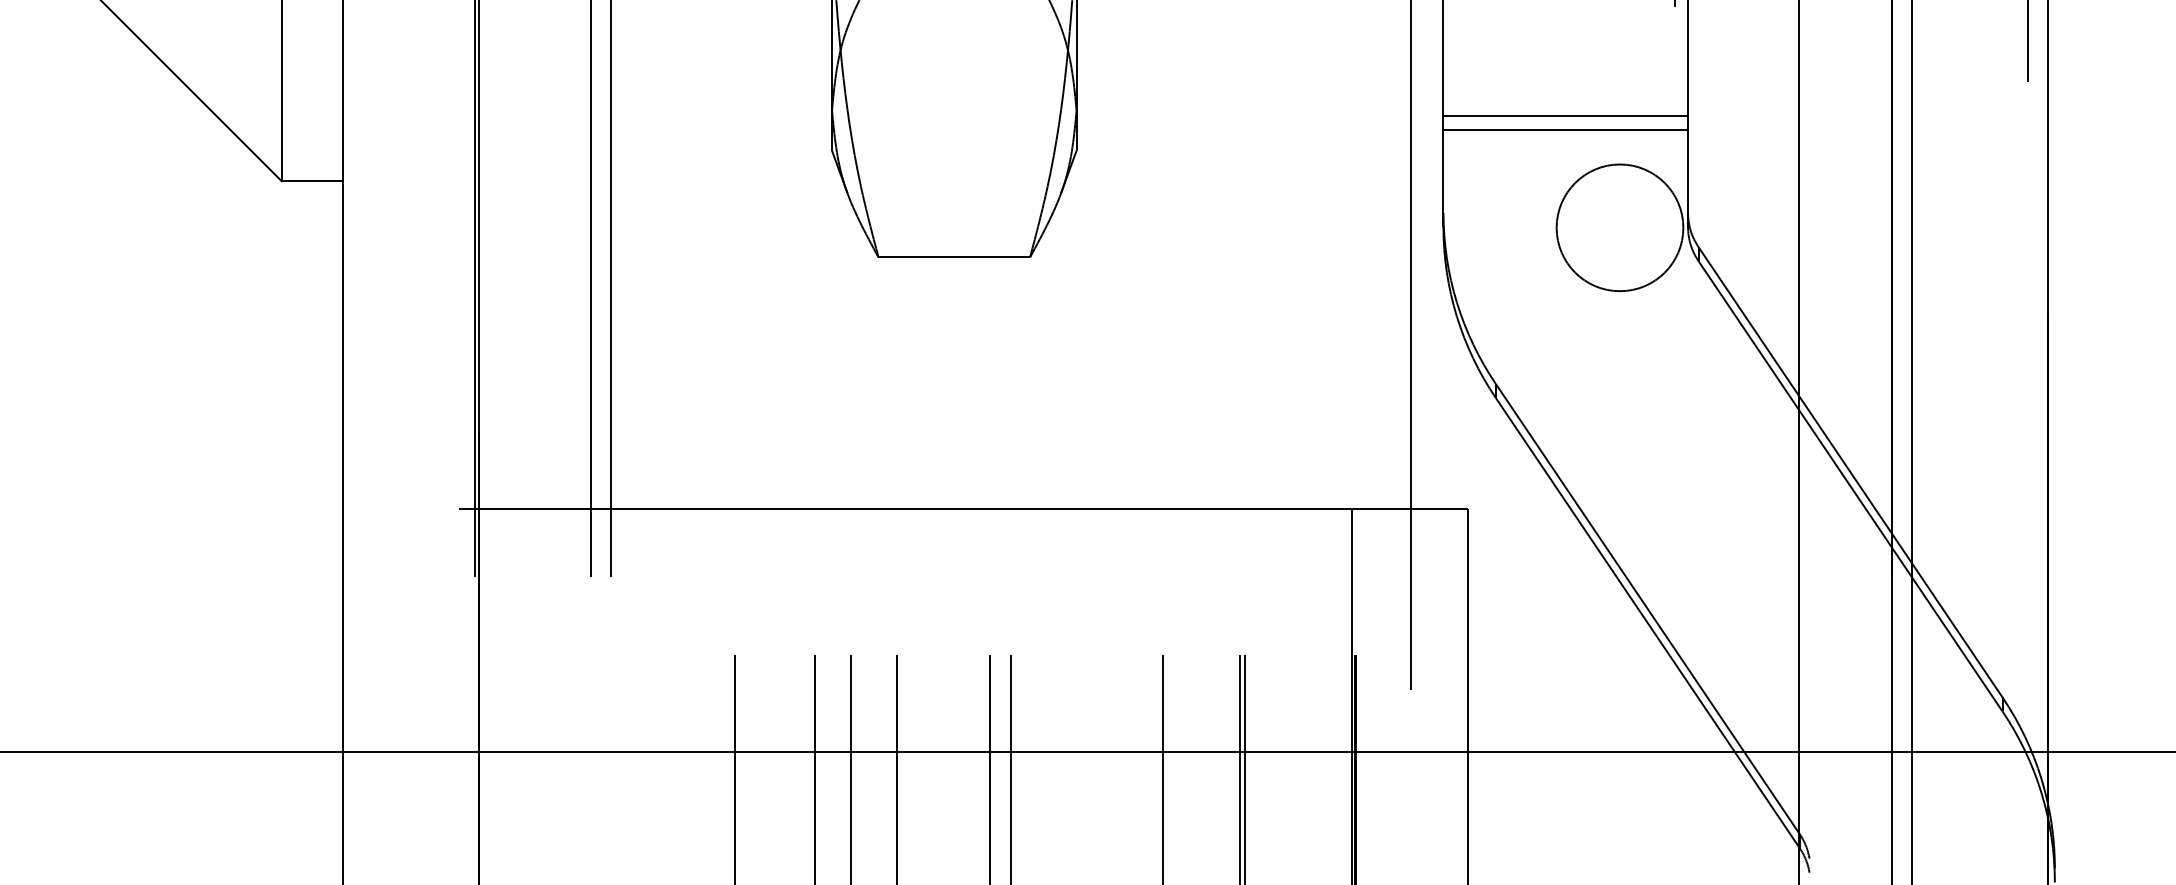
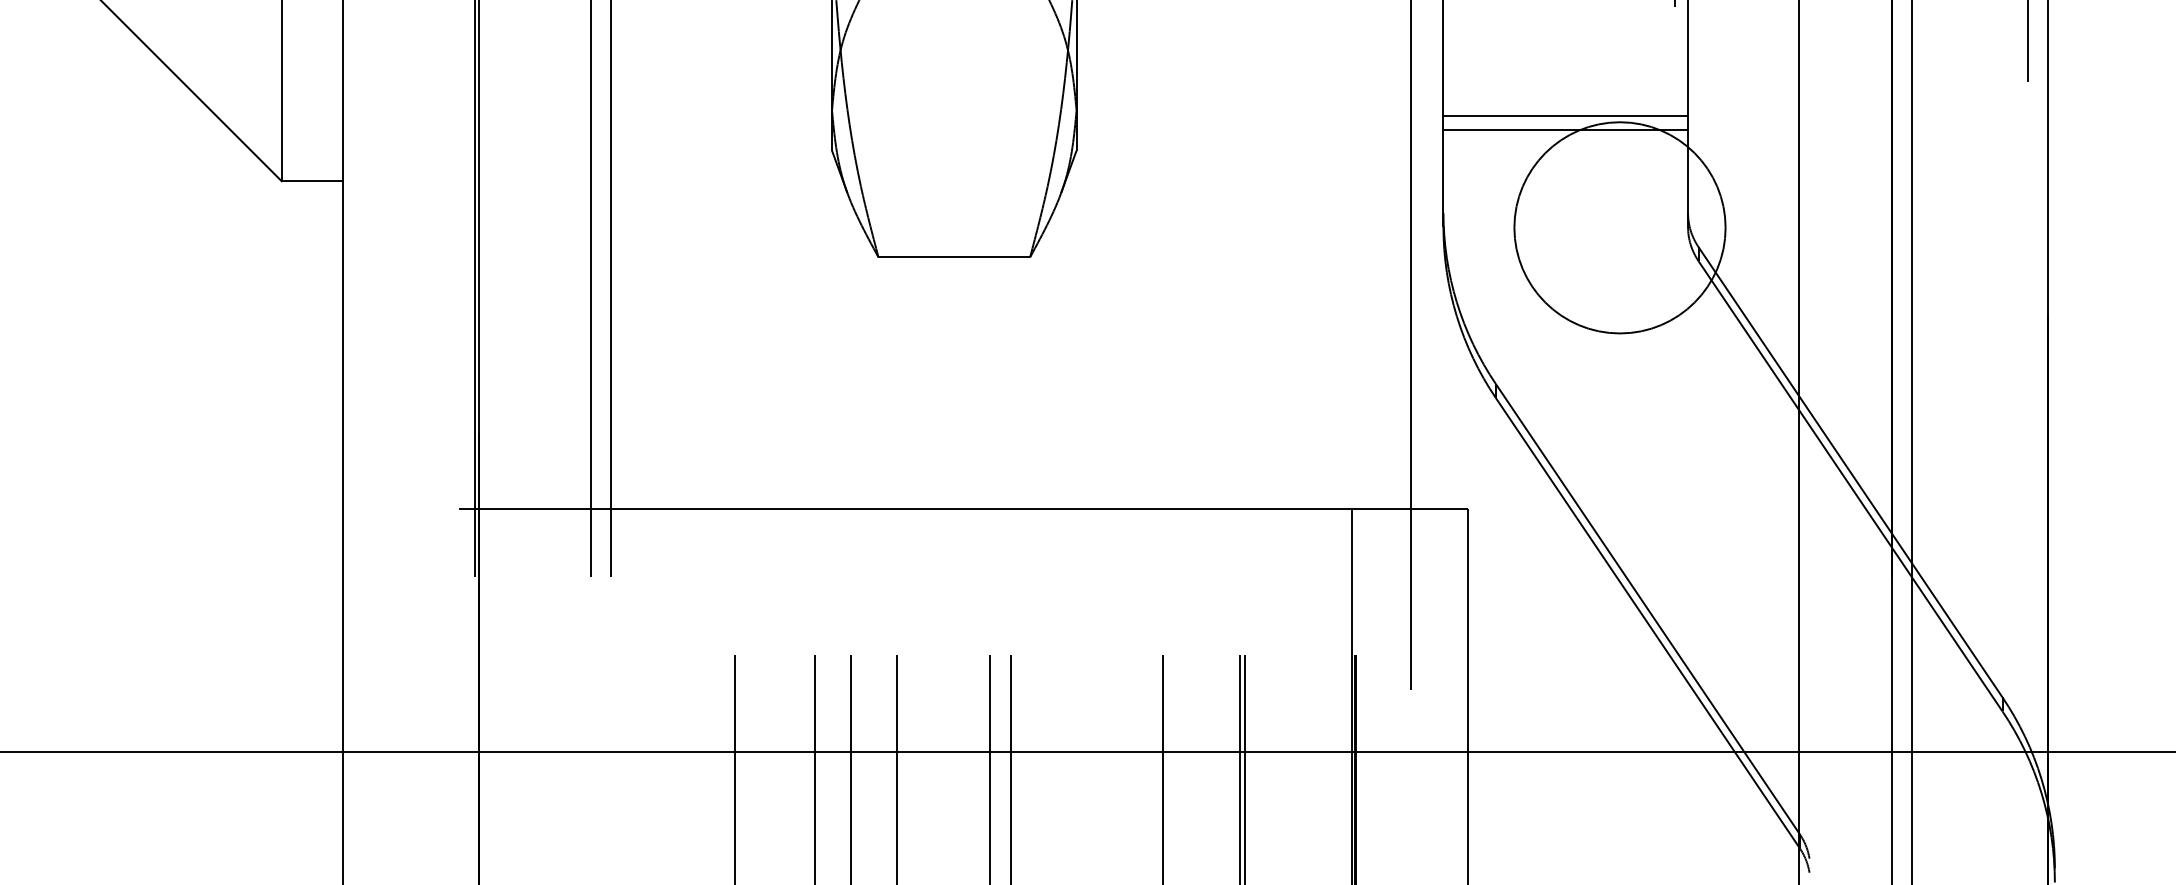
circle at (1619, 227) diameter: 127 px -> 211 px
